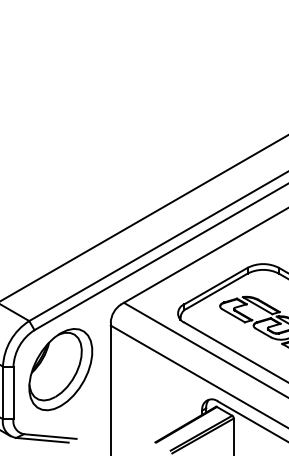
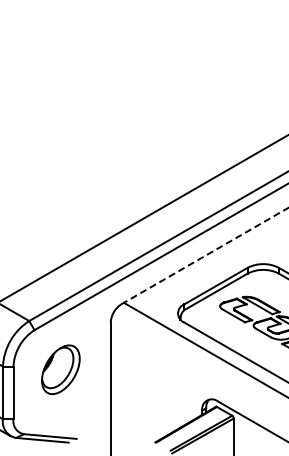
line at (205, 255): solid -> dashed
part at (60, 369) size: 66x84 px -> 40x51 px
line at (197, 375): present -> none
